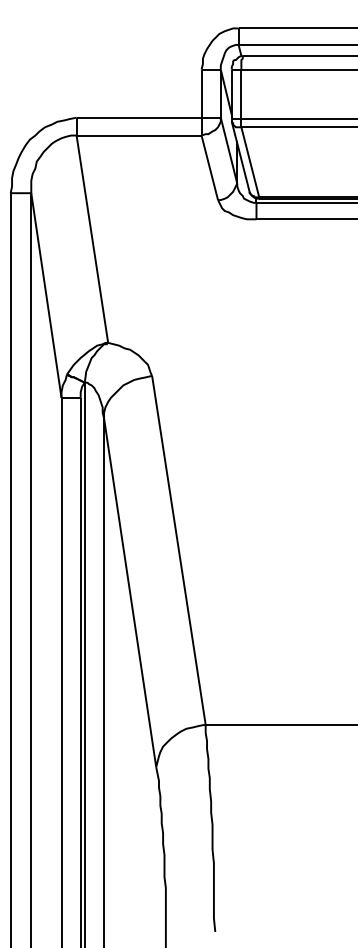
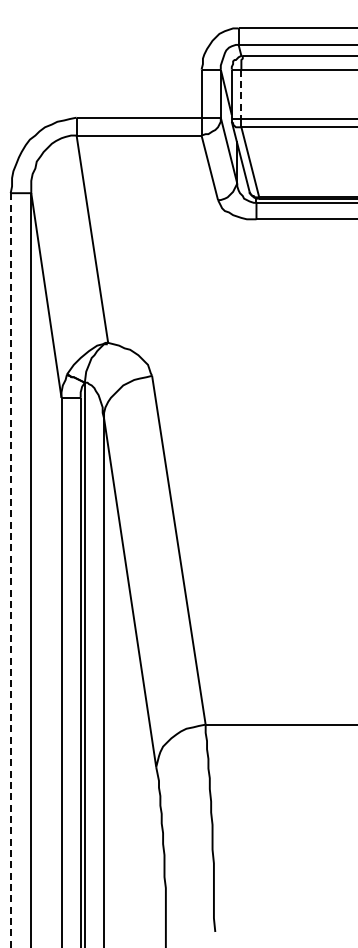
line at (241, 94): solid -> dashed
line at (10, 571): solid -> dashed
